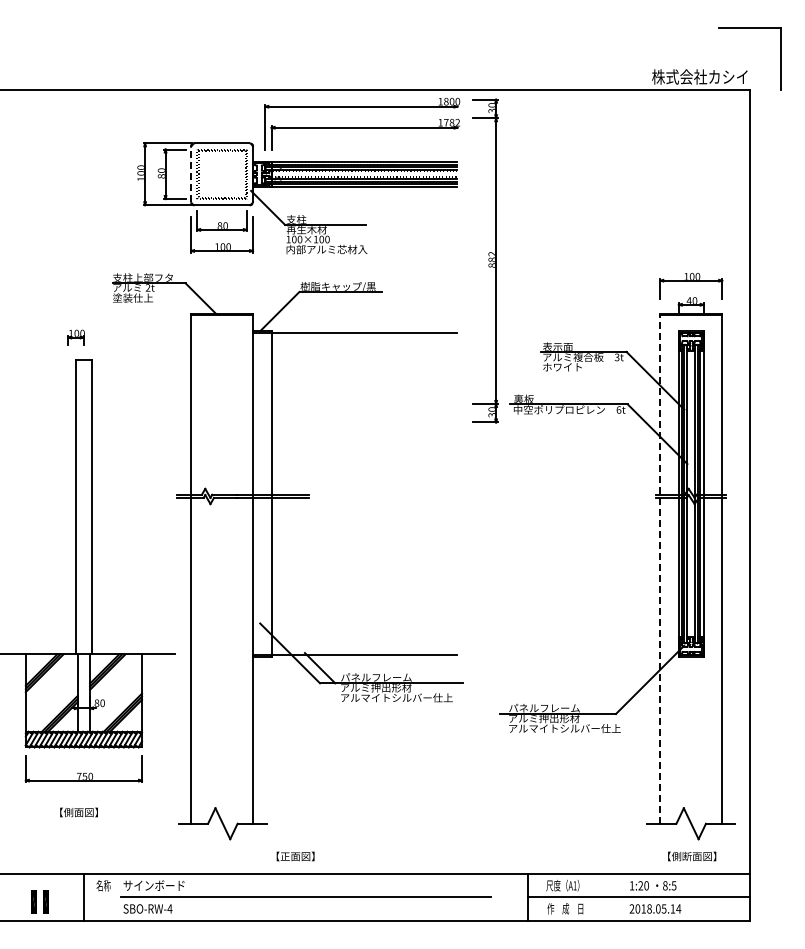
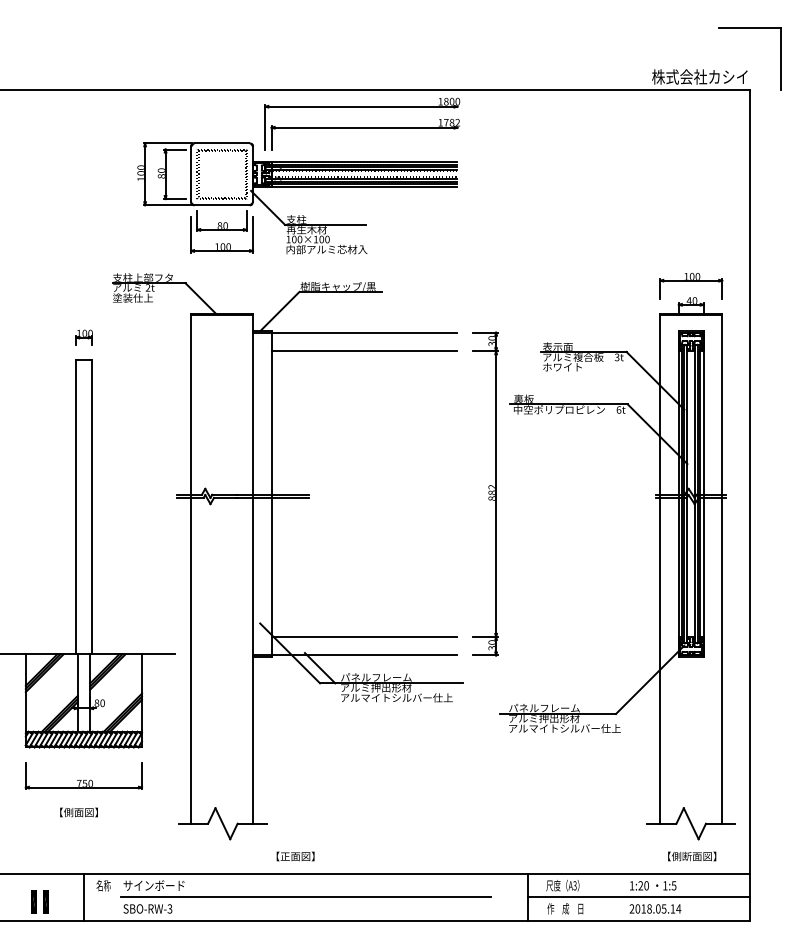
line at (191, 173): dashed -> solid
part at (485, 260) position: (485, 260) -> (485, 493)
part at (75, 337) position: (75, 337) -> (83, 337)
line at (364, 351): none -> present
line at (660, 568): dashed -> solid
line at (364, 636): none -> present
part at (83, 768) position: (83, 768) -> (83, 775)
text at (574, 885): A1 -> A3
text at (665, 885): 8:5 -> 1:5
text at (169, 908): SBO-RW-4 -> SBO-RW-3
